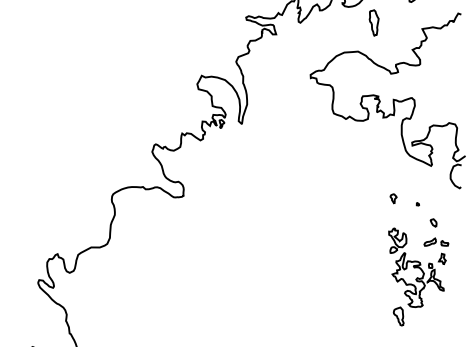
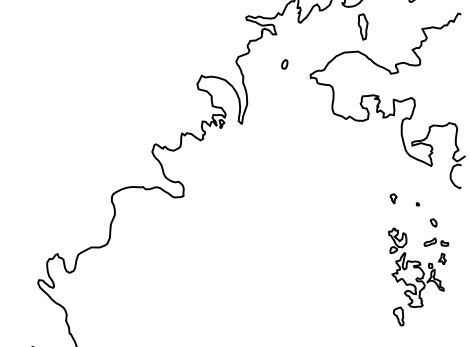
part at (373, 22) position: (373, 22) -> (362, 26)
part at (284, 64): none -> present
